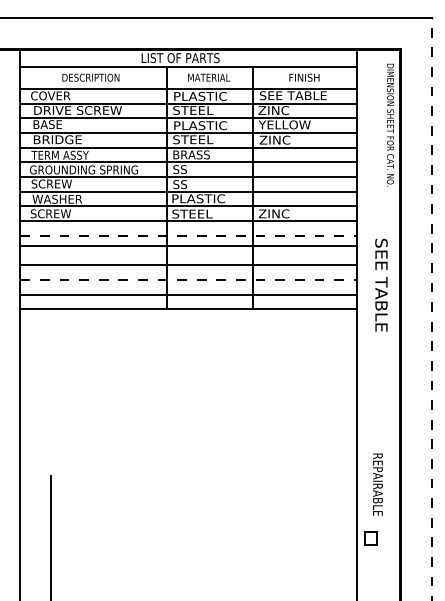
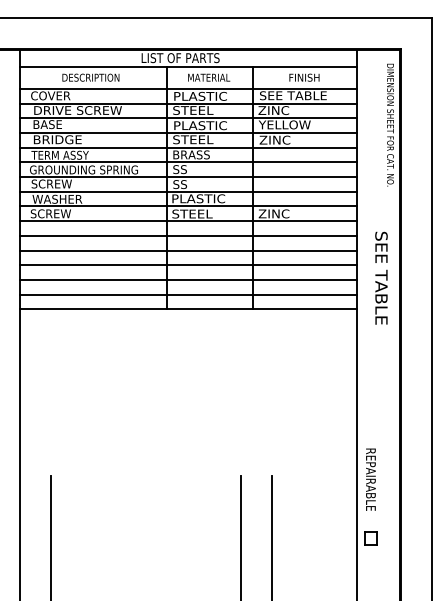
line at (189, 235): dashed -> solid
line at (188, 245) position: (188, 245) -> (188, 250)
line at (189, 279): dashed -> solid
text at (381, 284) position: (381, 284) -> (381, 277)
line at (431, 308): dashed -> solid
text at (377, 484) position: (377, 484) -> (370, 479)
line at (240, 536): none -> present
line at (271, 536): none -> present
